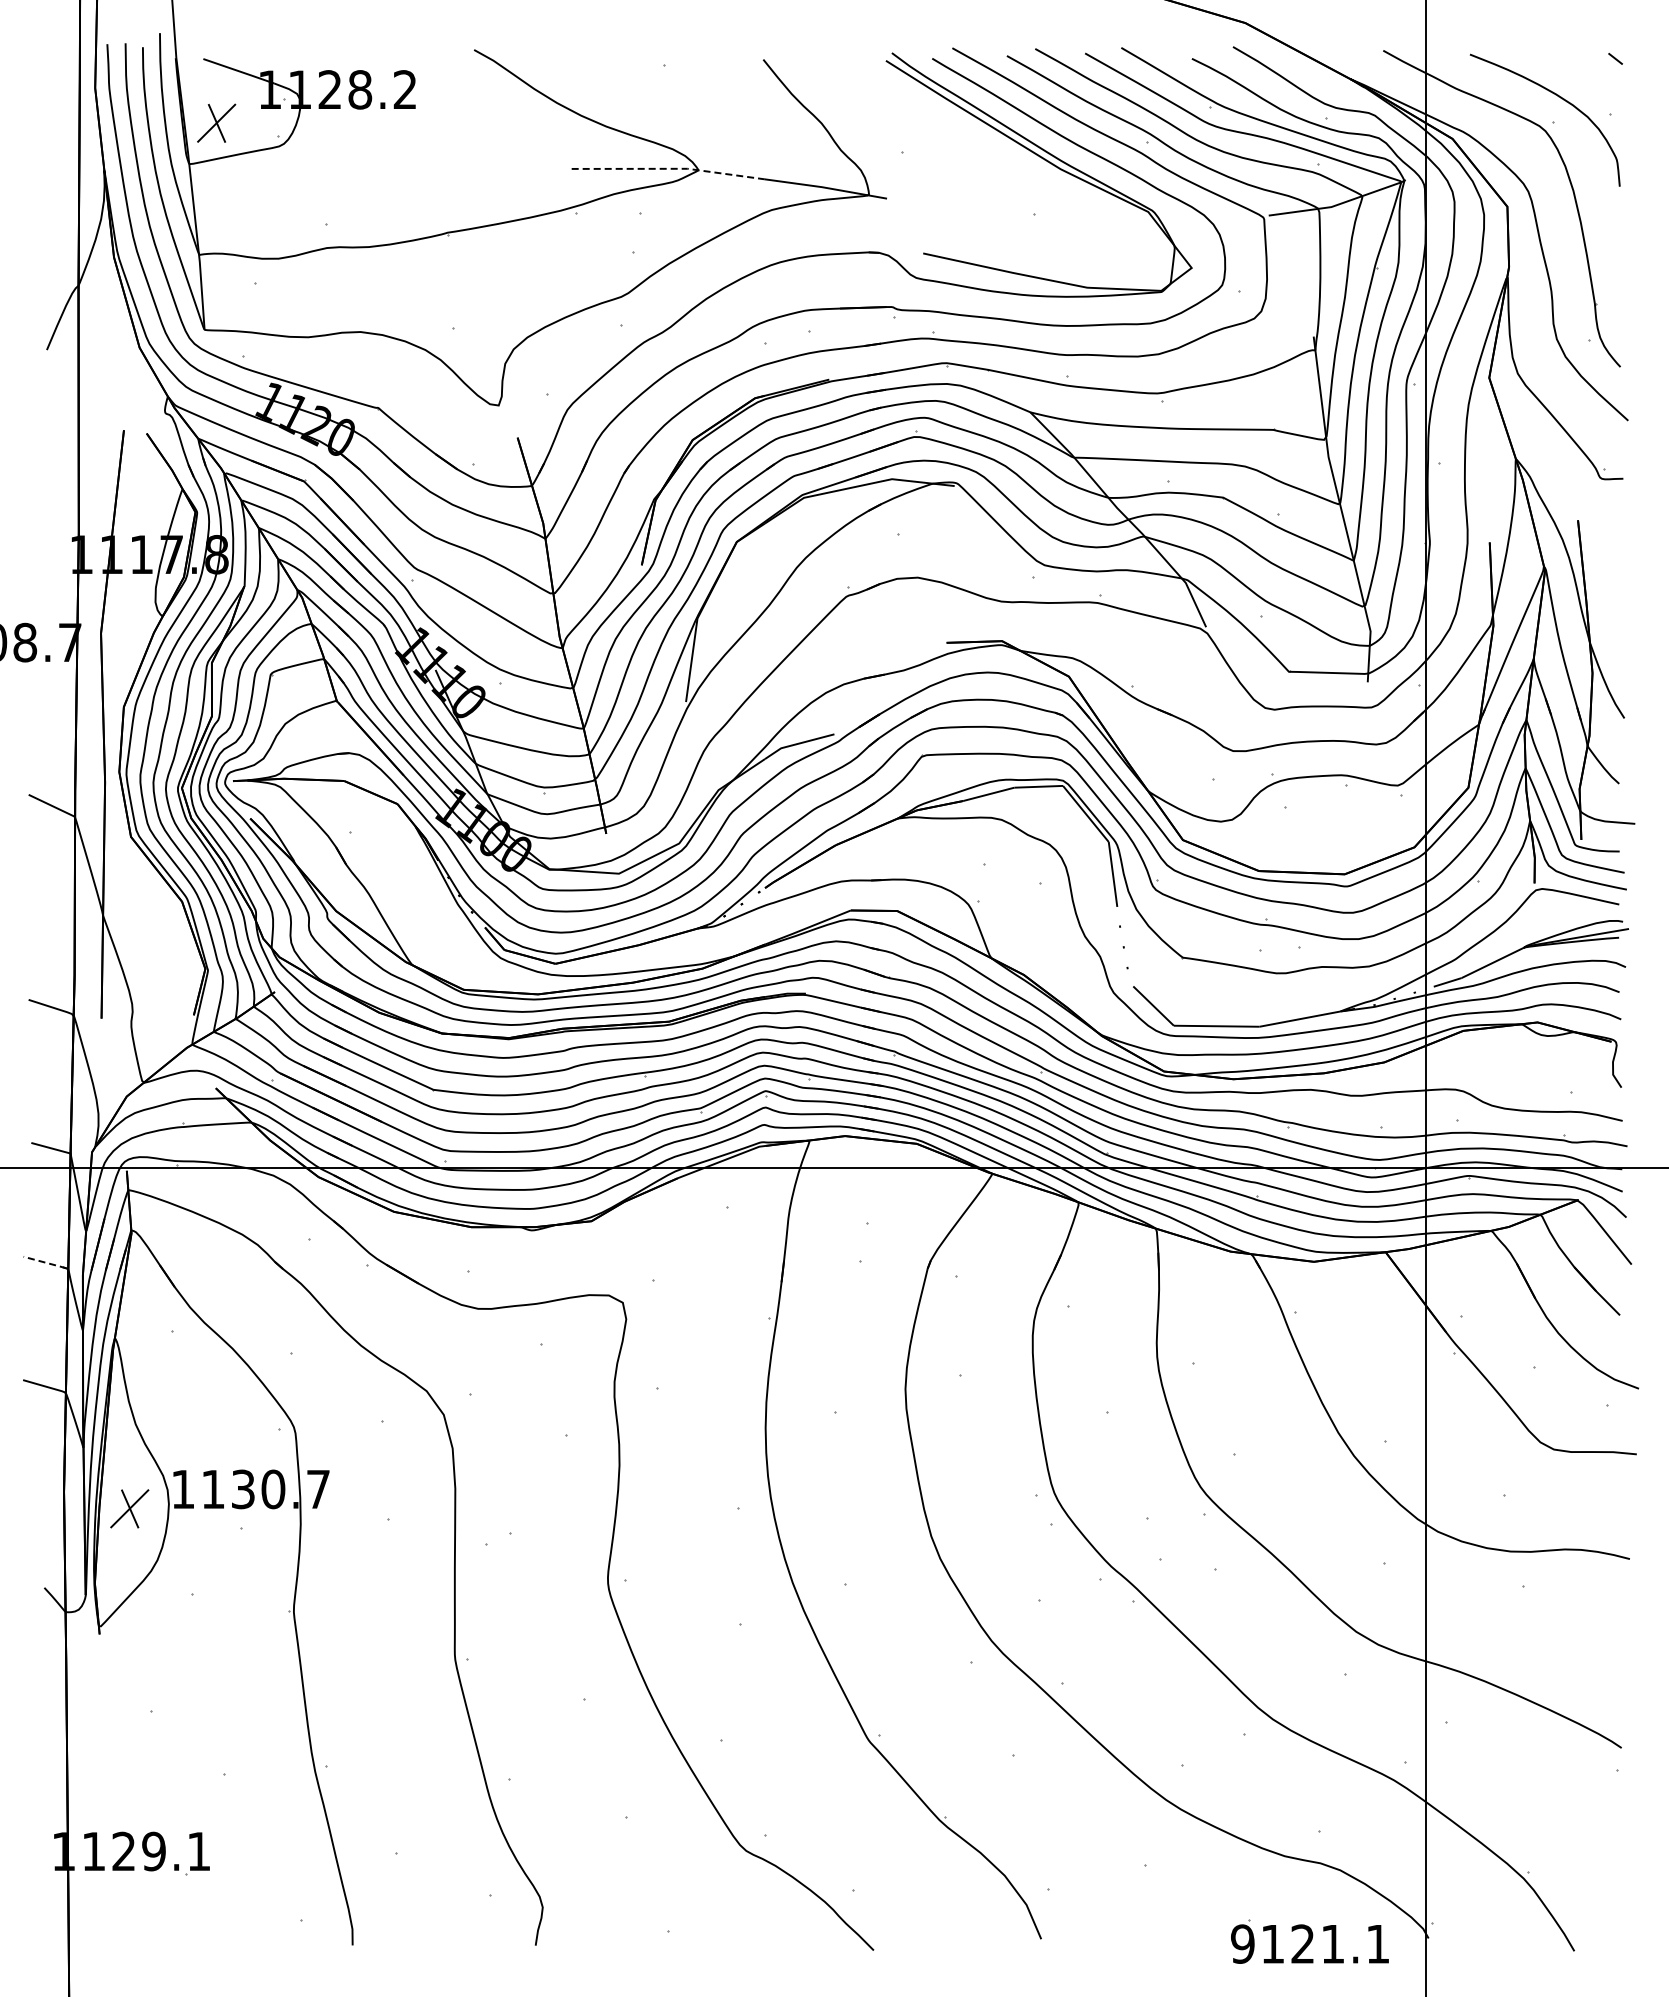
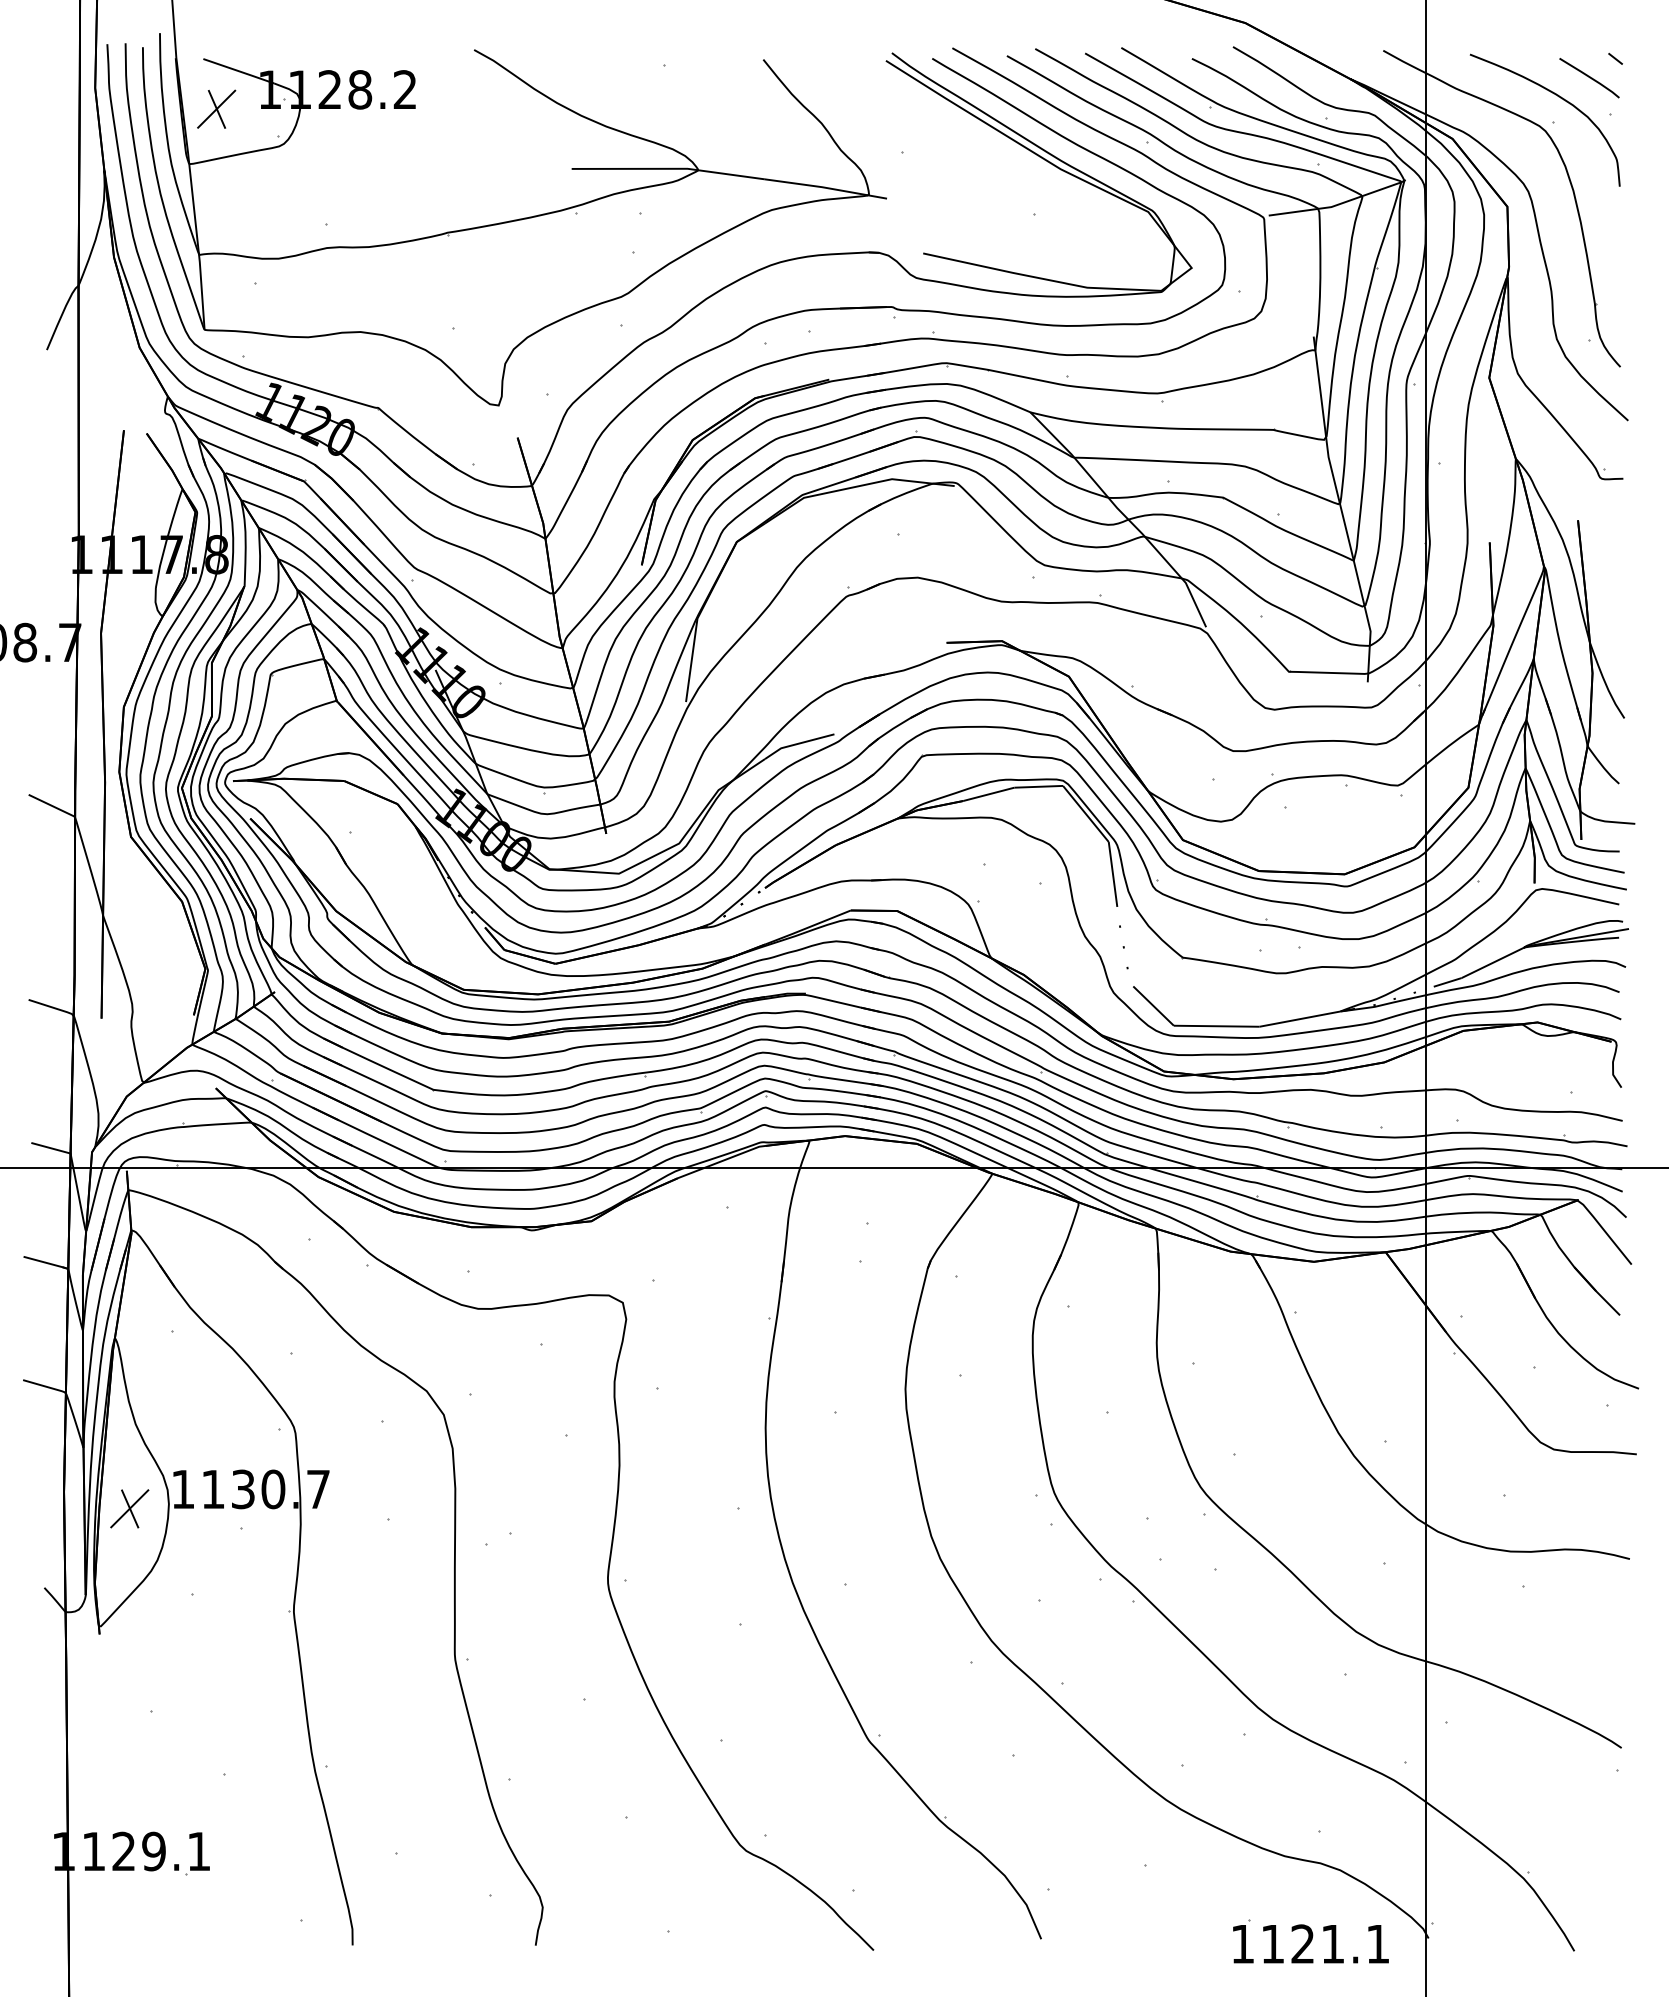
line at (1589, 78): none -> present
part at (216, 122) position: (216, 122) -> (216, 108)
line at (669, 168): dashed -> solid
line at (45, 1262): dashed -> solid
text at (1242, 1943): 9121.1 -> 1121.1
